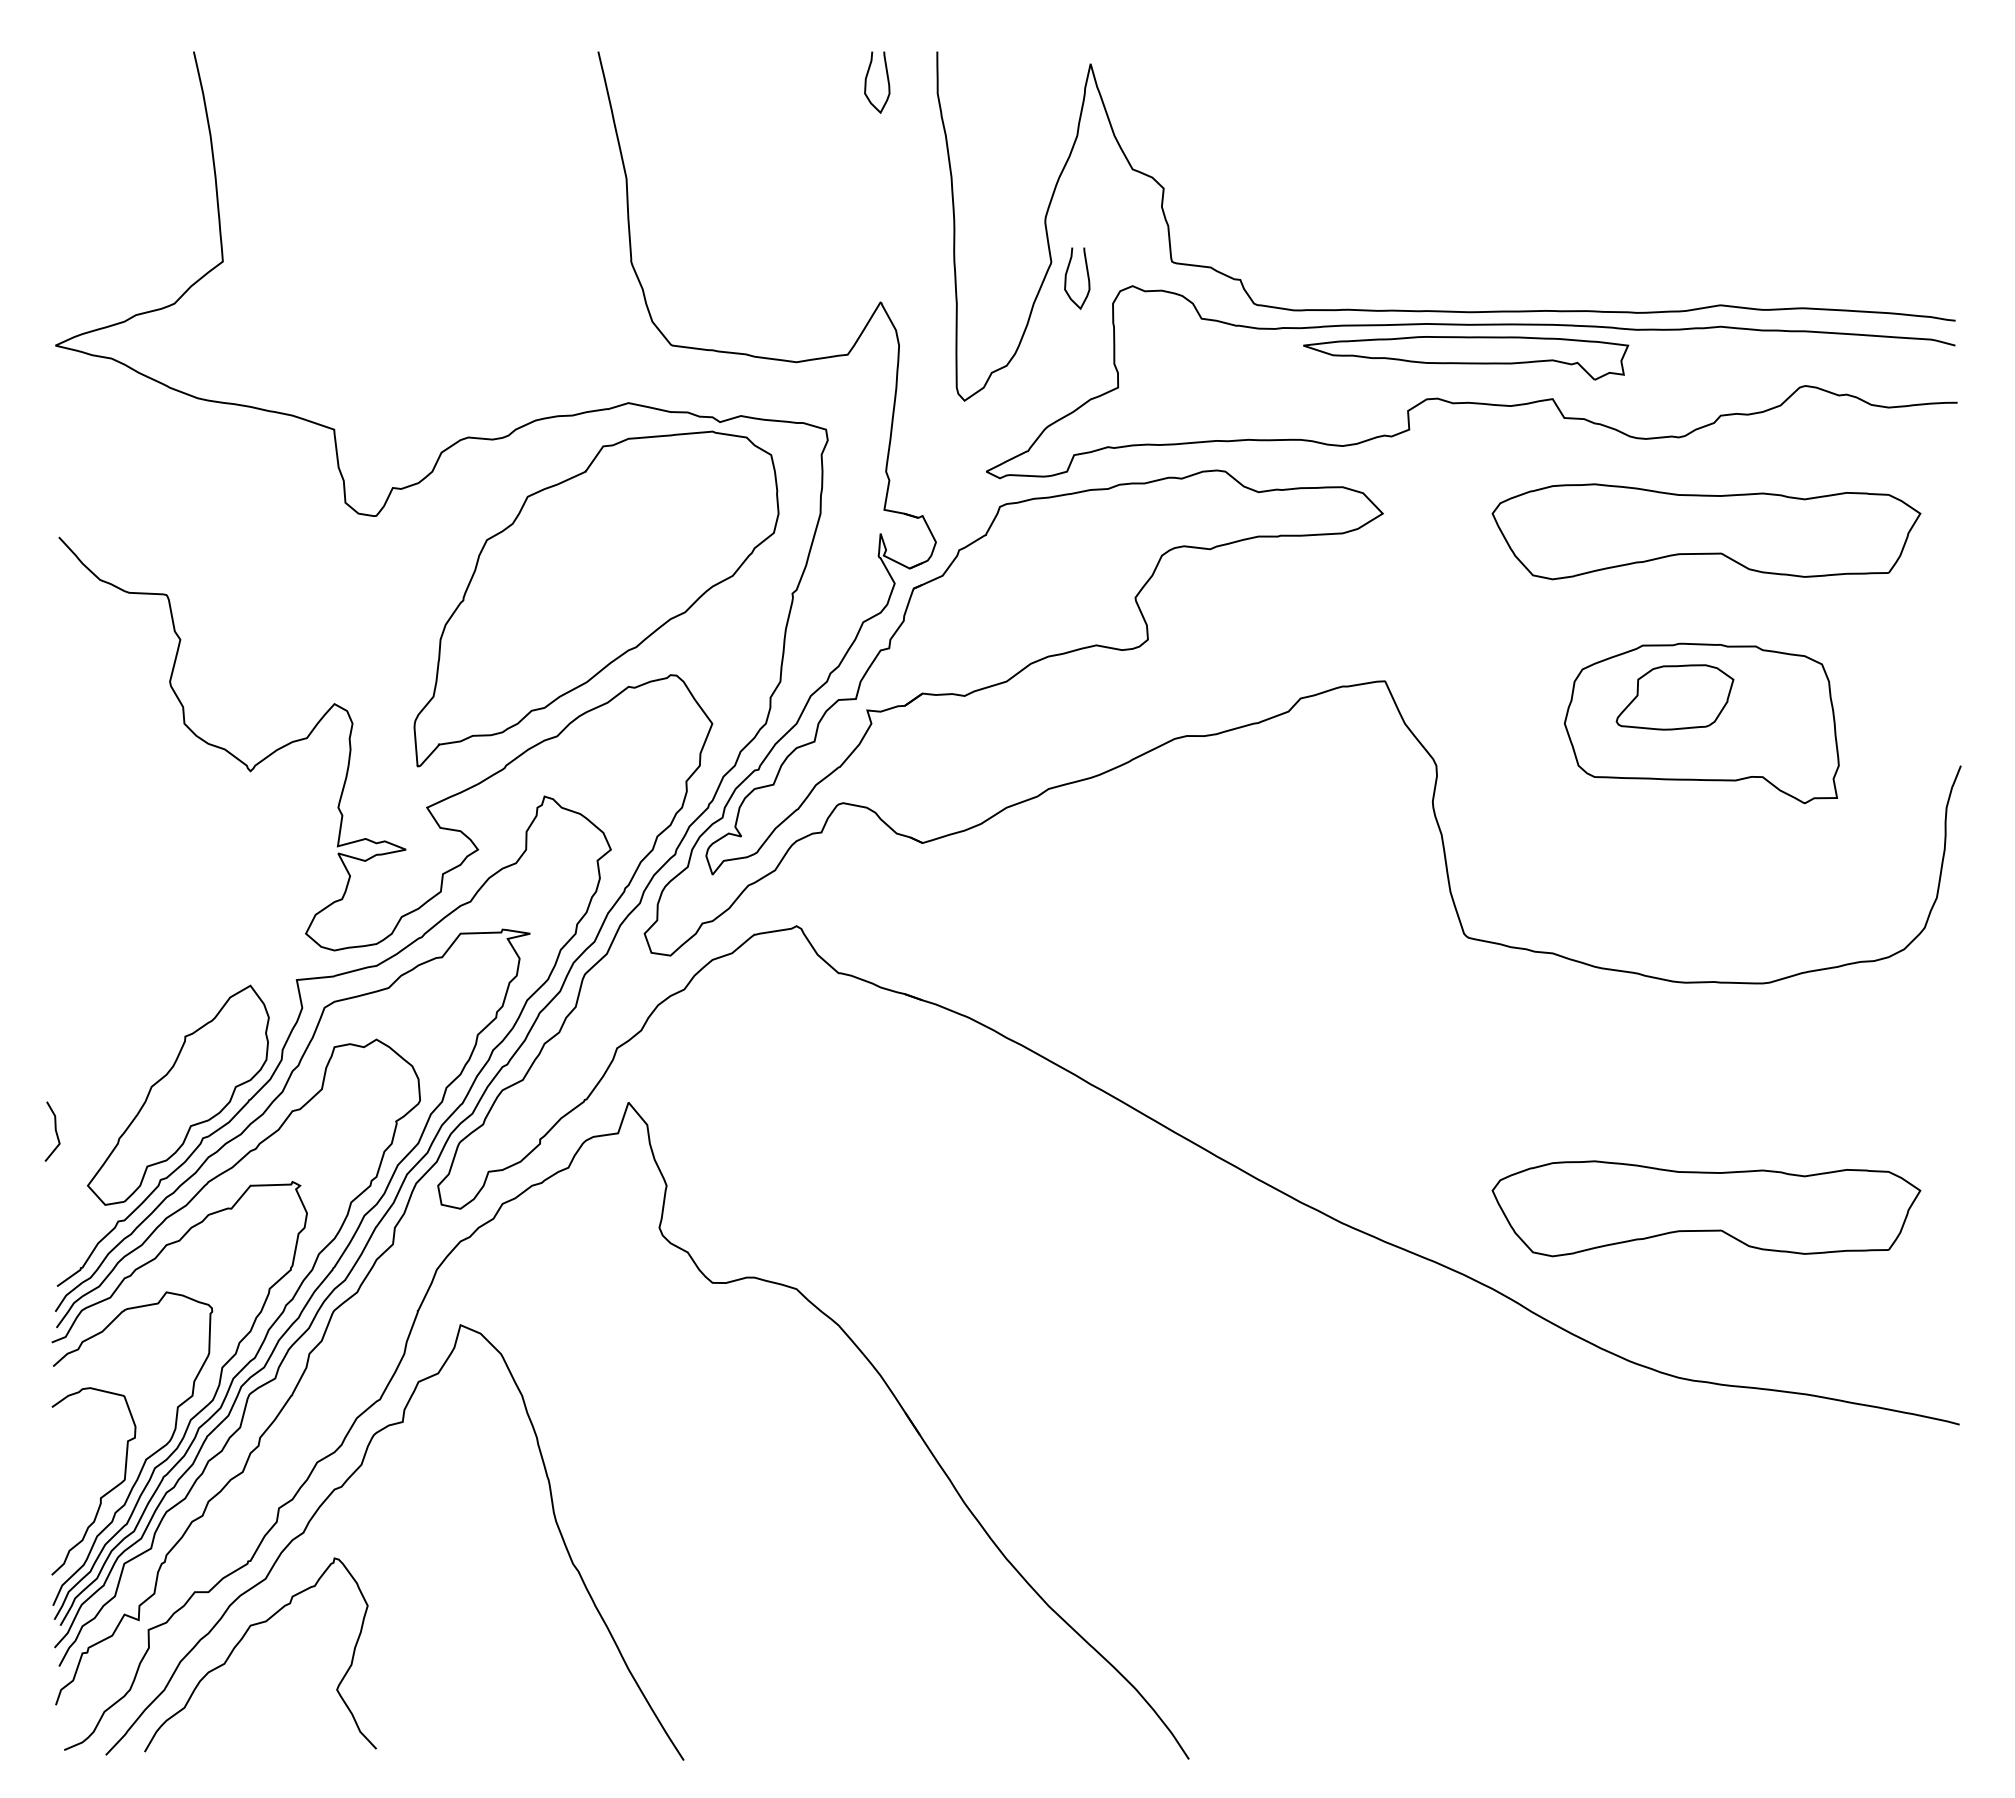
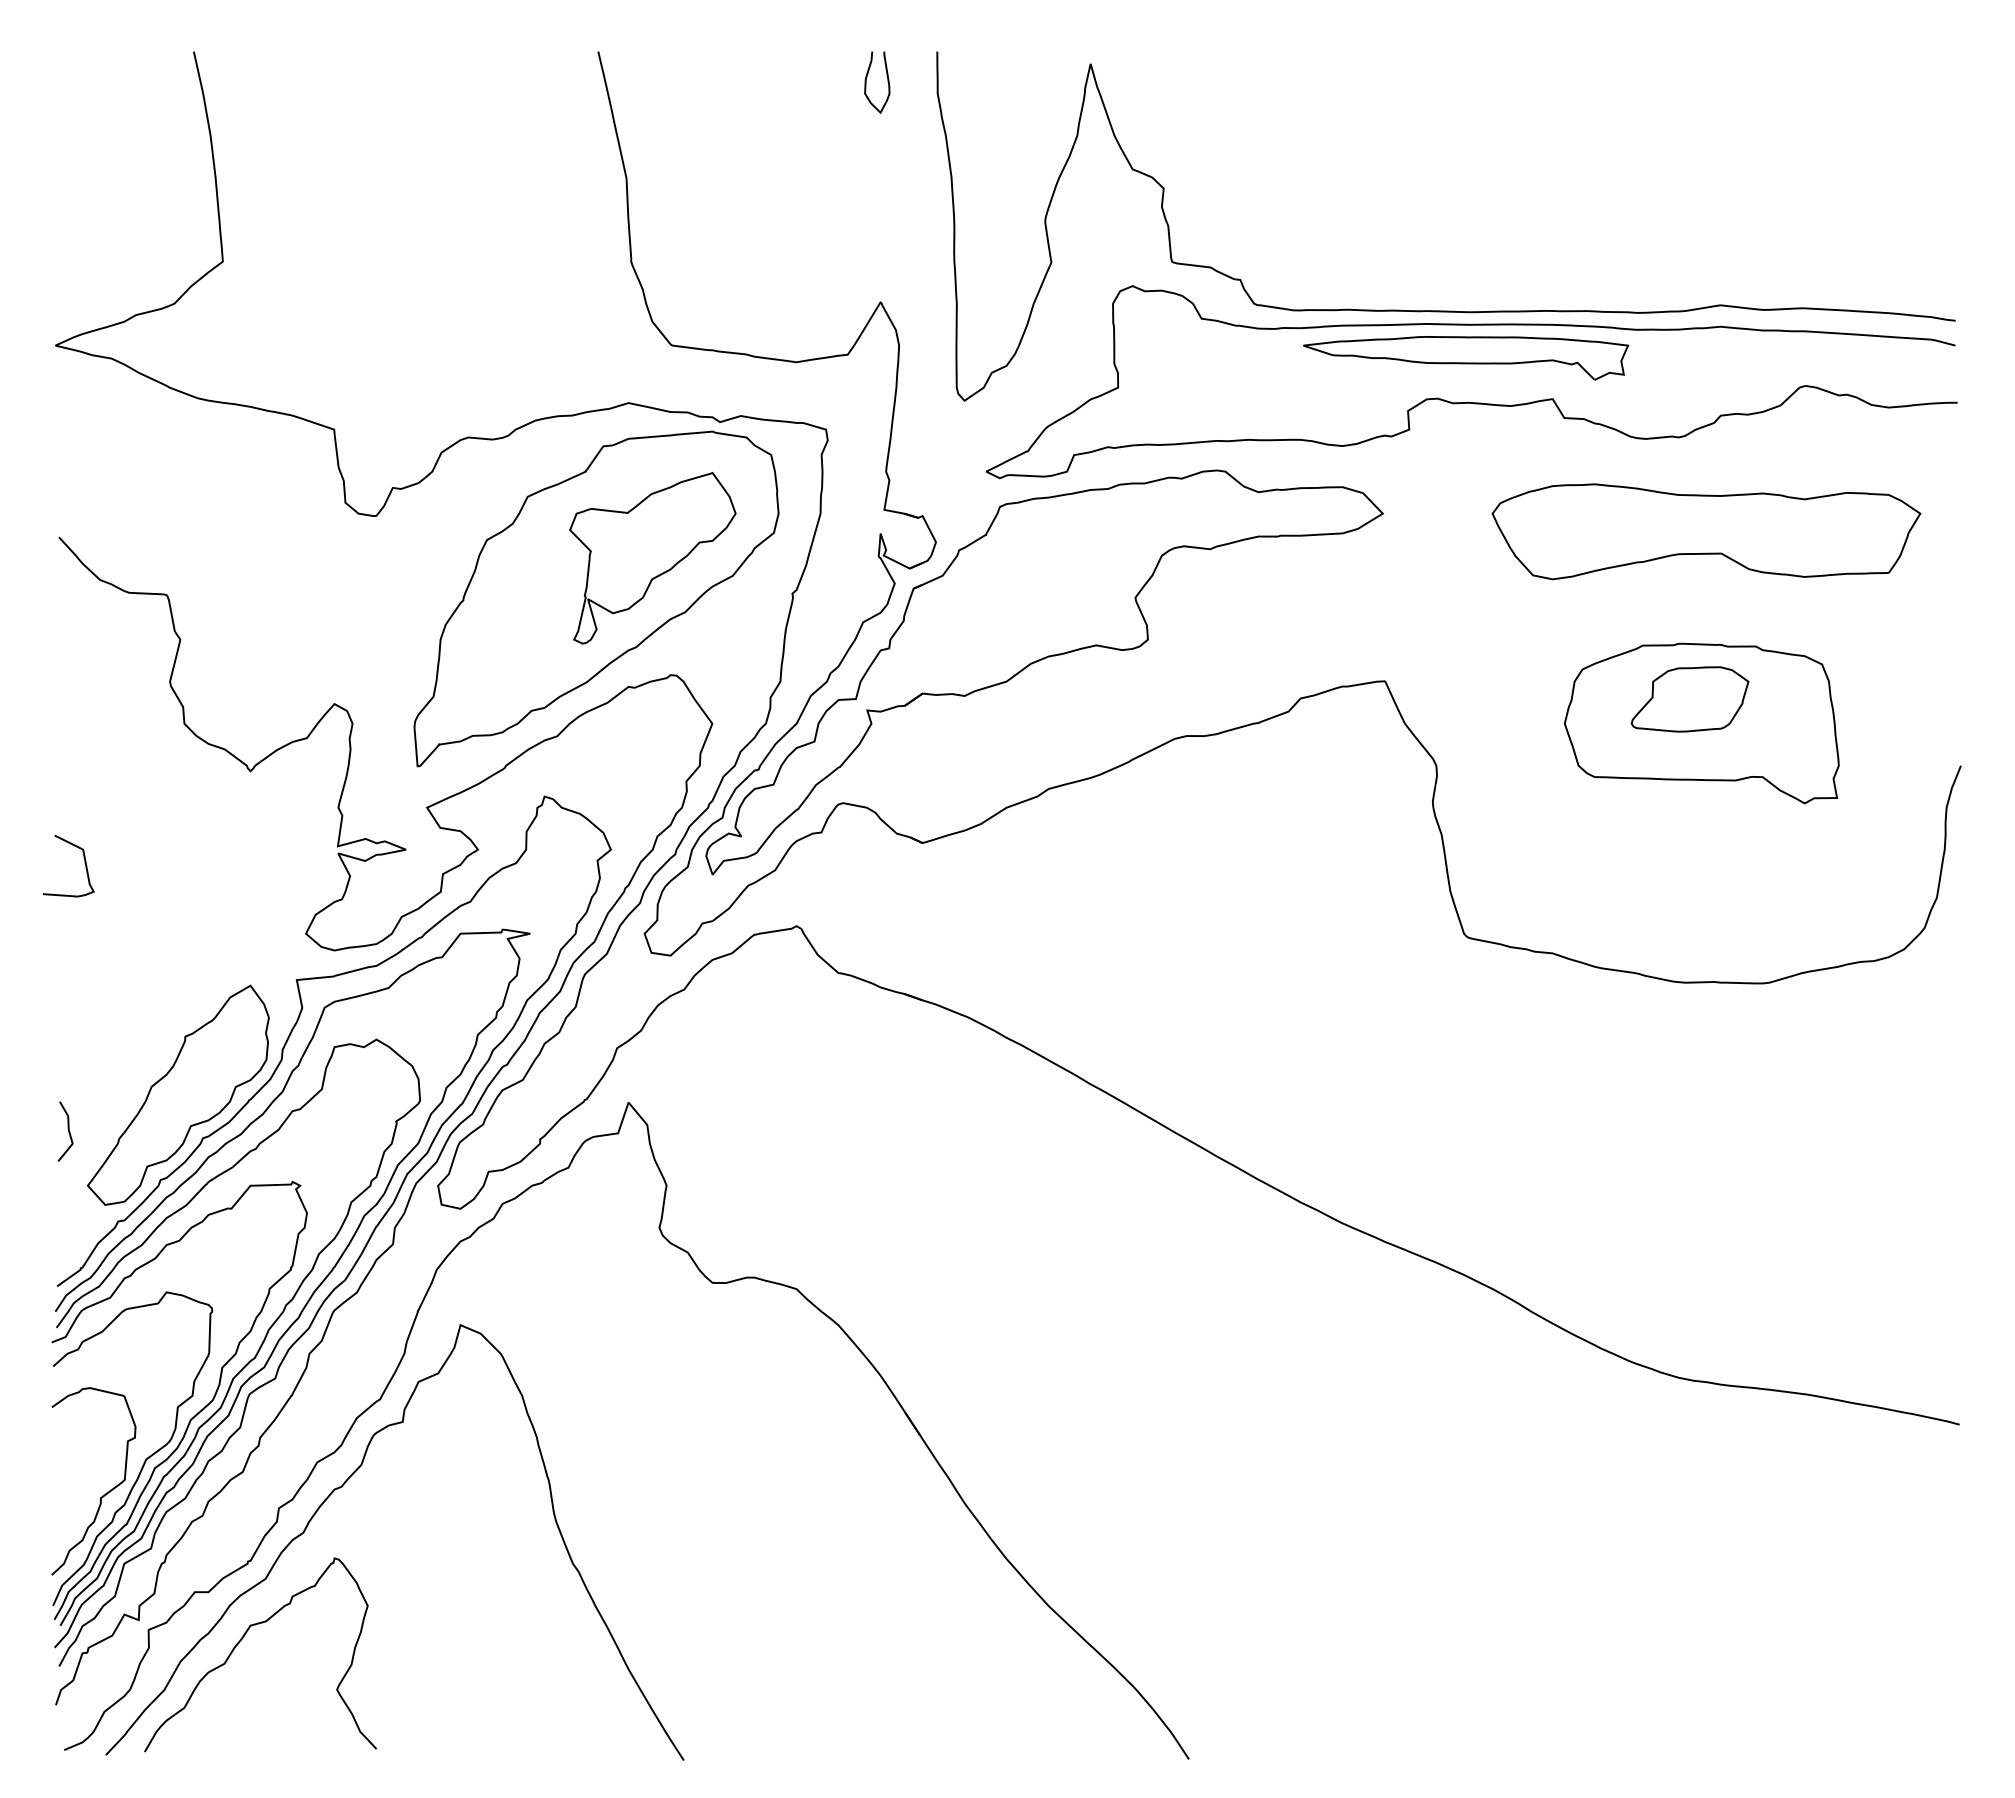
curve at (1087, 278): present -> none
part at (652, 558): none -> present
part at (1674, 697) position: (1674, 697) -> (1689, 699)
curve at (84, 863): none -> present
line at (54, 1129) position: (54, 1129) -> (67, 1129)
part at (1706, 1208): present -> none
